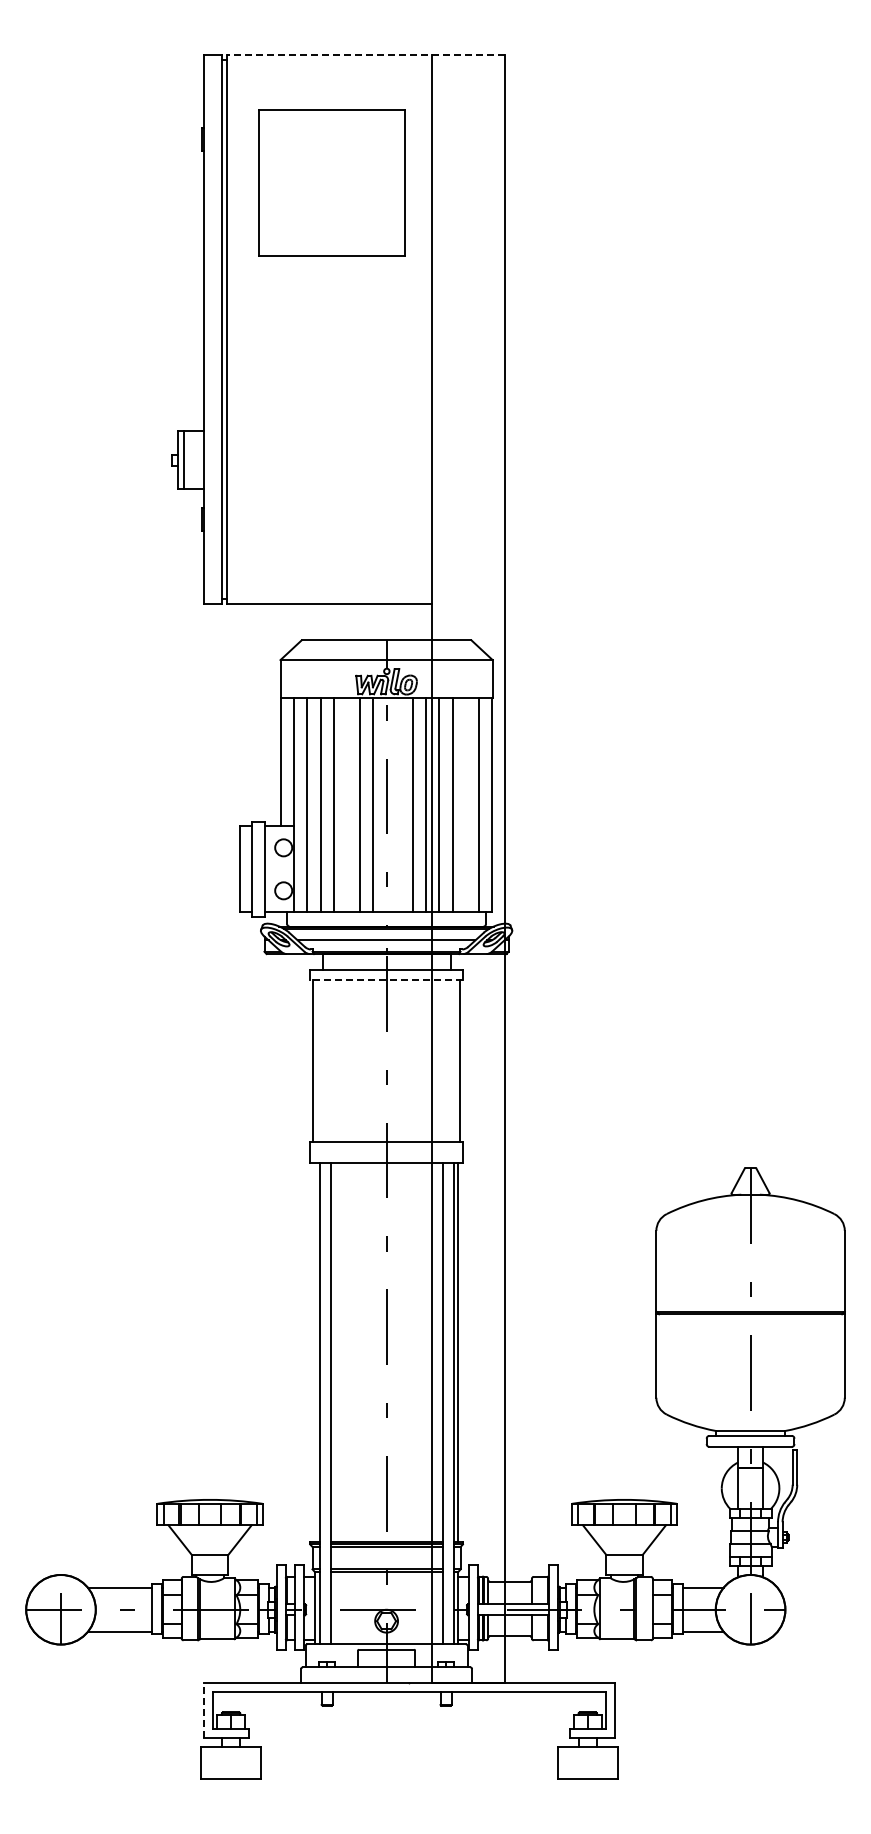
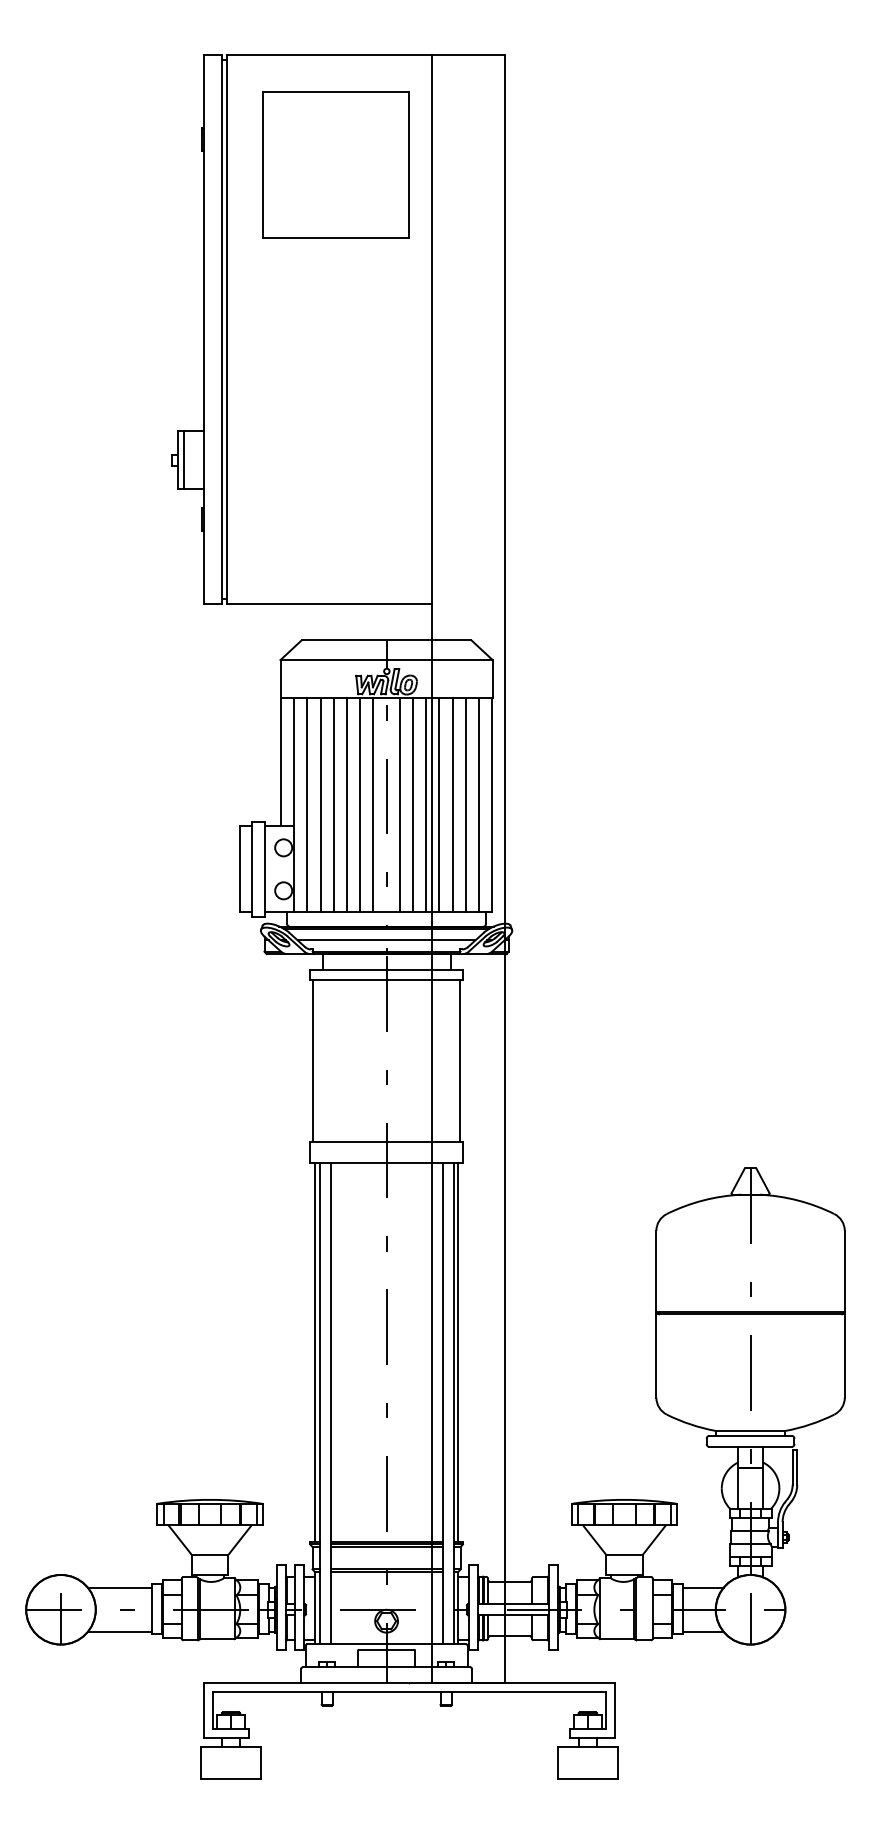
line at (365, 55): dashed -> solid
part at (331, 182) position: (331, 182) -> (335, 164)
line at (346, 804): none -> present
line at (399, 804): none -> present
line at (465, 804): none -> present
line at (386, 980): dashed -> solid
line at (314, 1352): none -> present
line at (203, 1709): dashed -> solid
